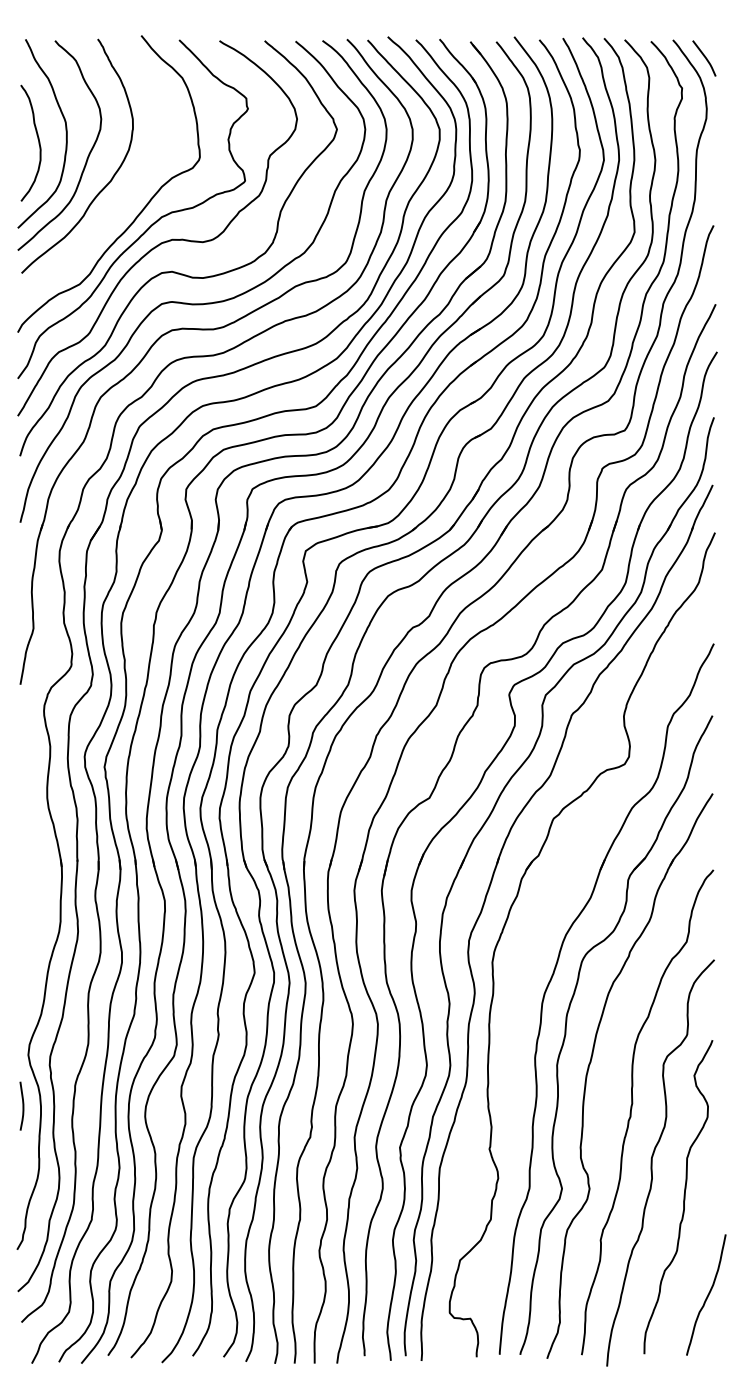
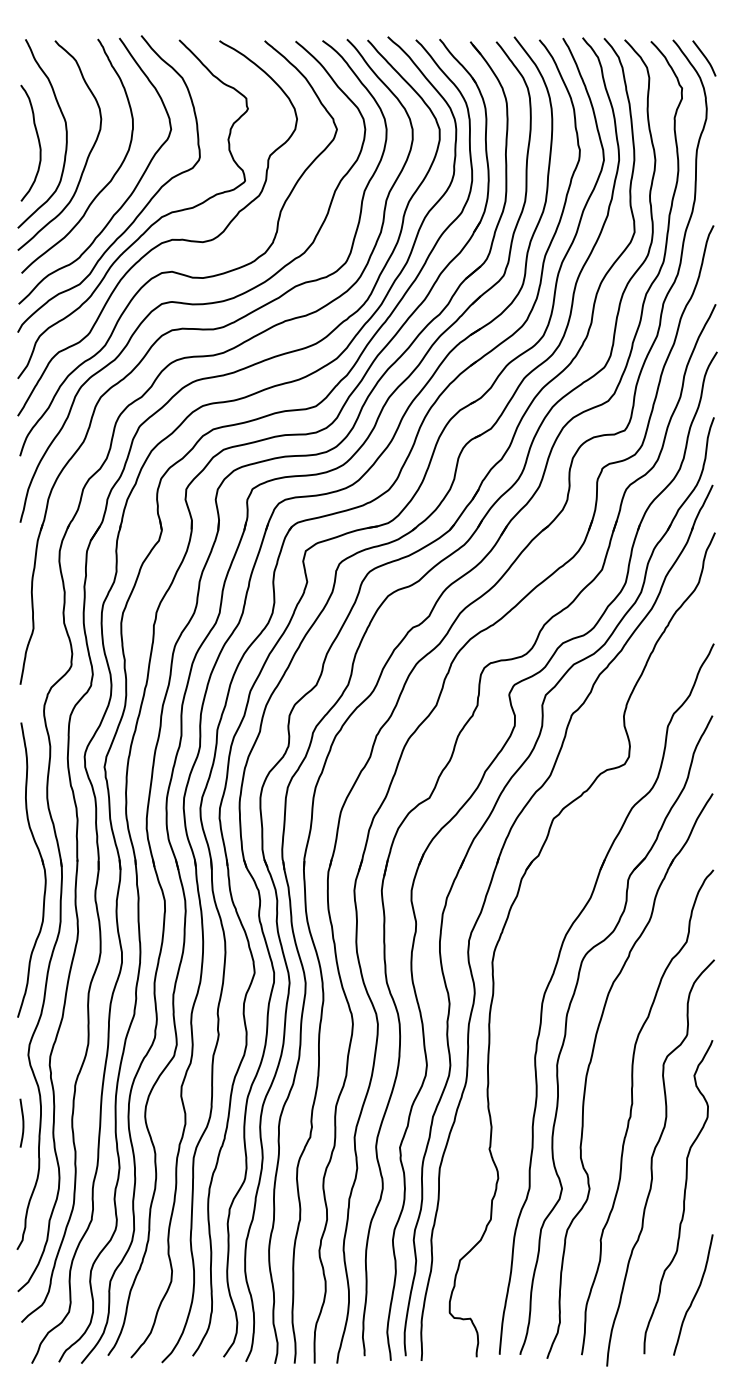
curve at (127, 197): none -> present
part at (42, 865): none -> present
curve at (22, 1105) position: (22, 1105) -> (22, 1122)
curve at (707, 1294) position: (707, 1294) -> (694, 1294)
